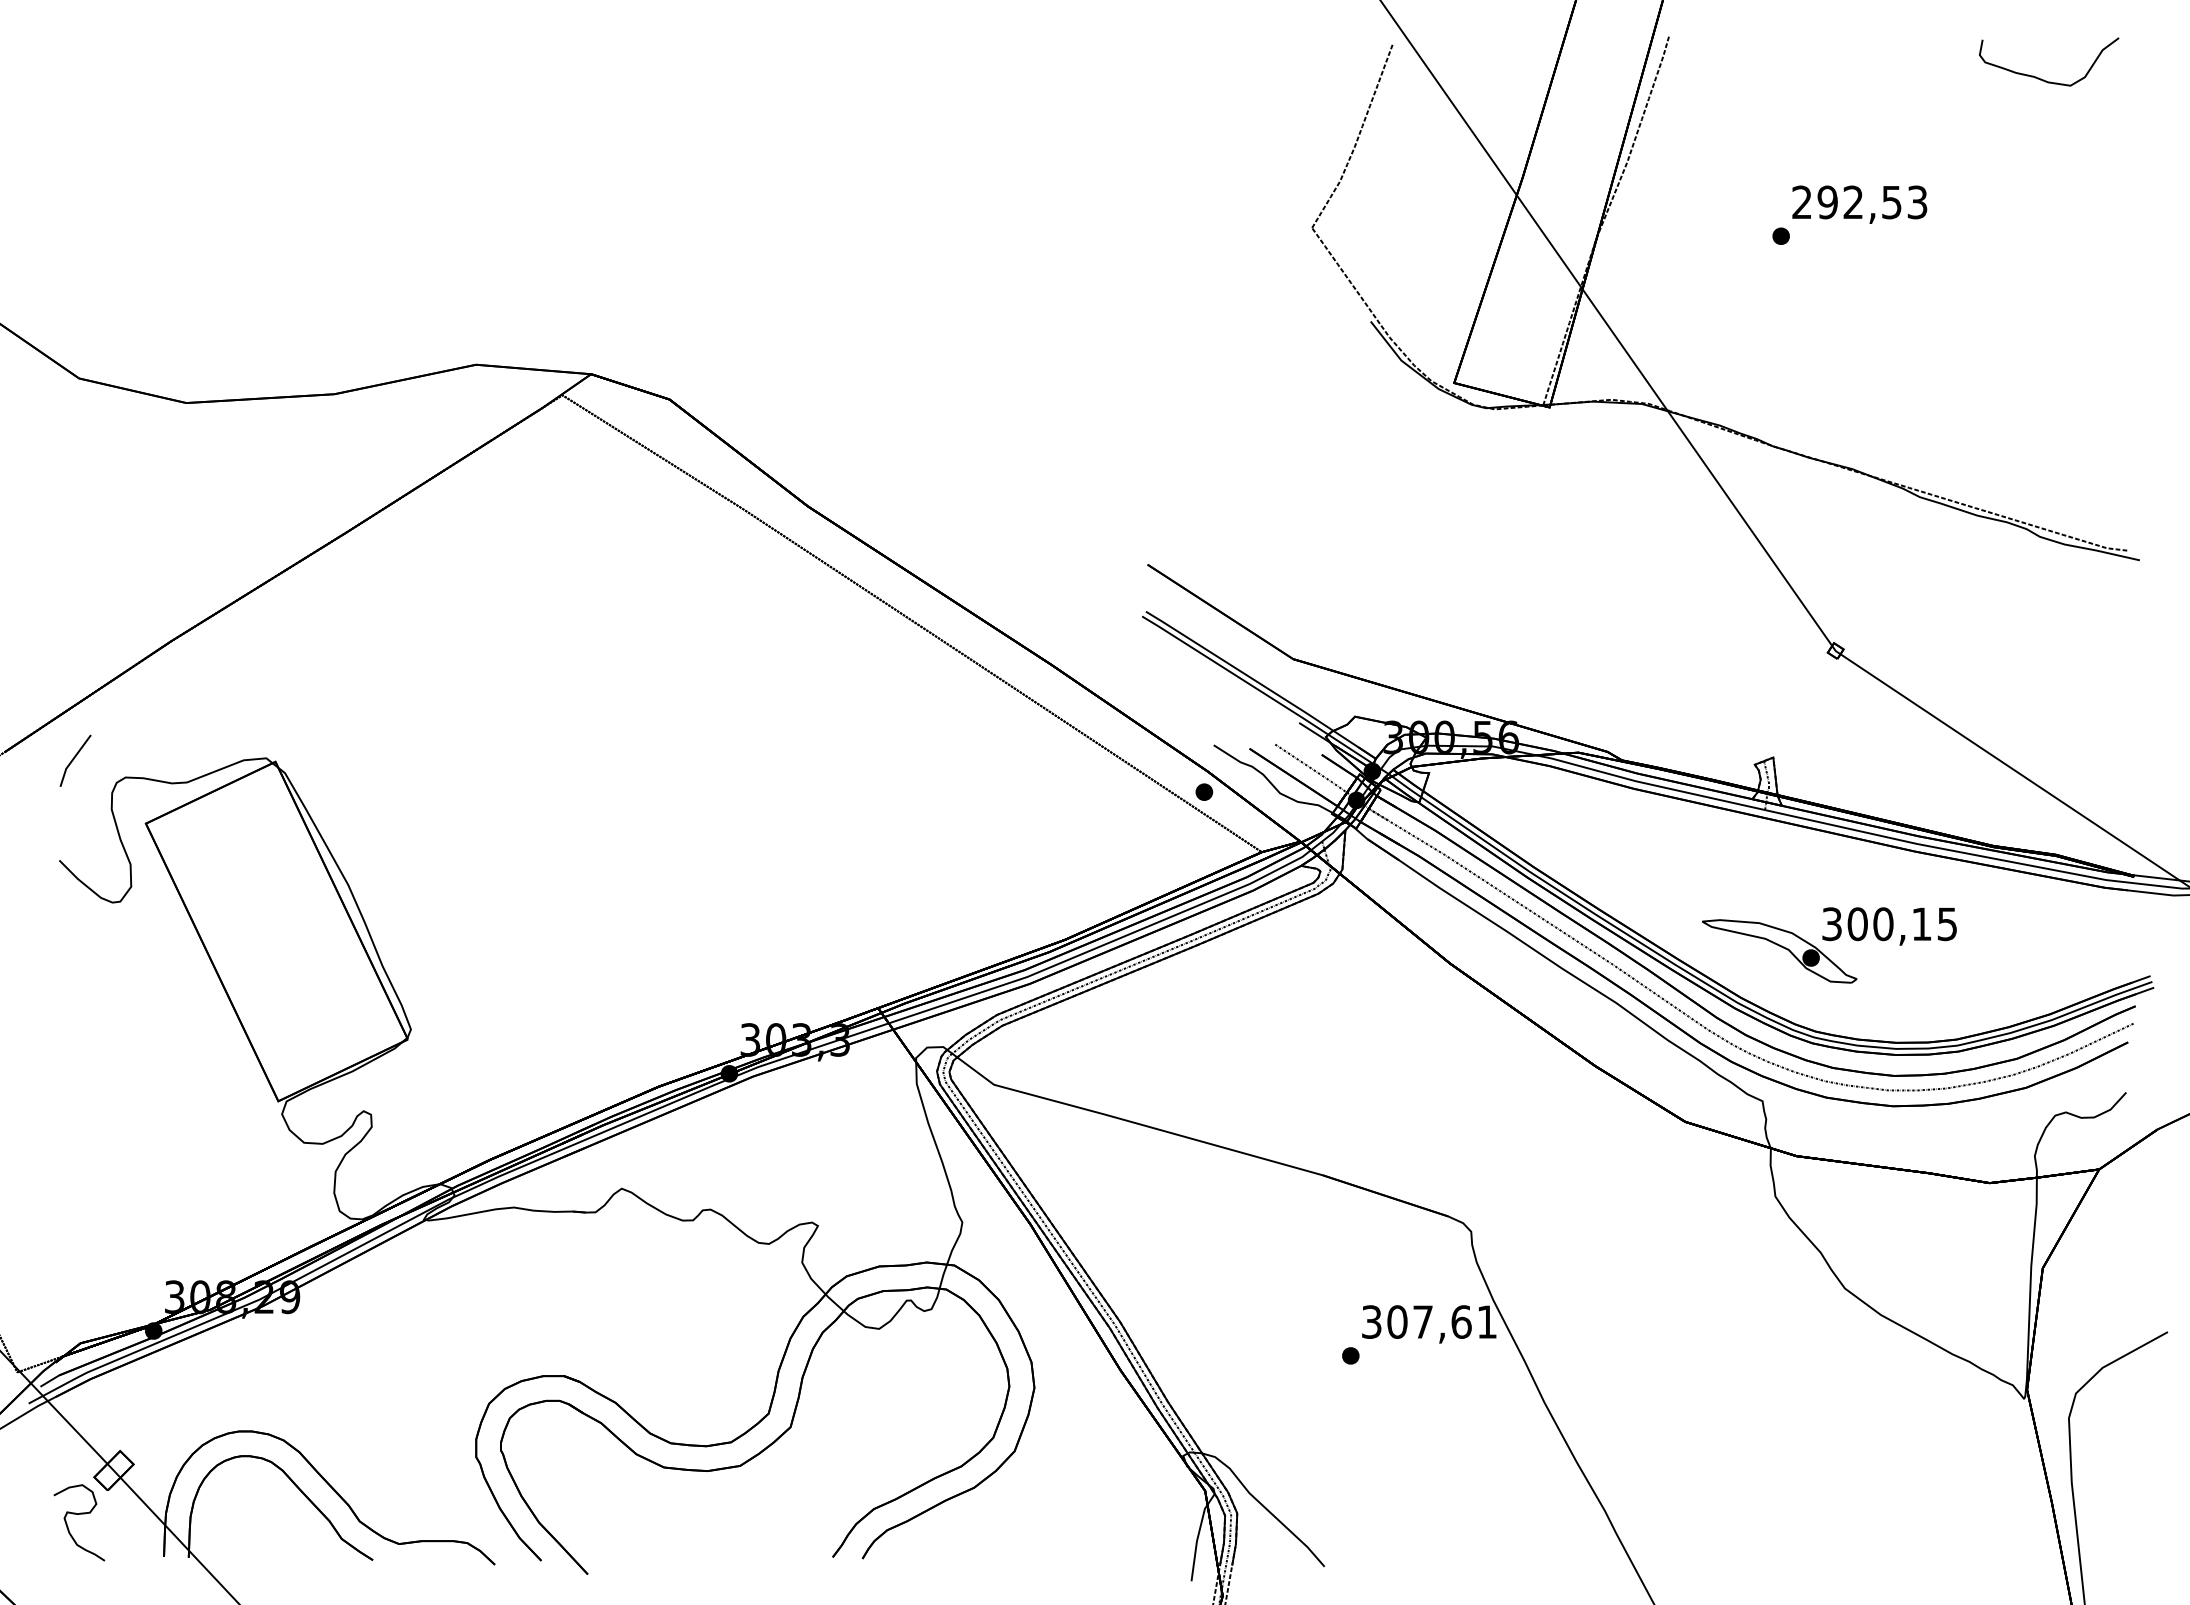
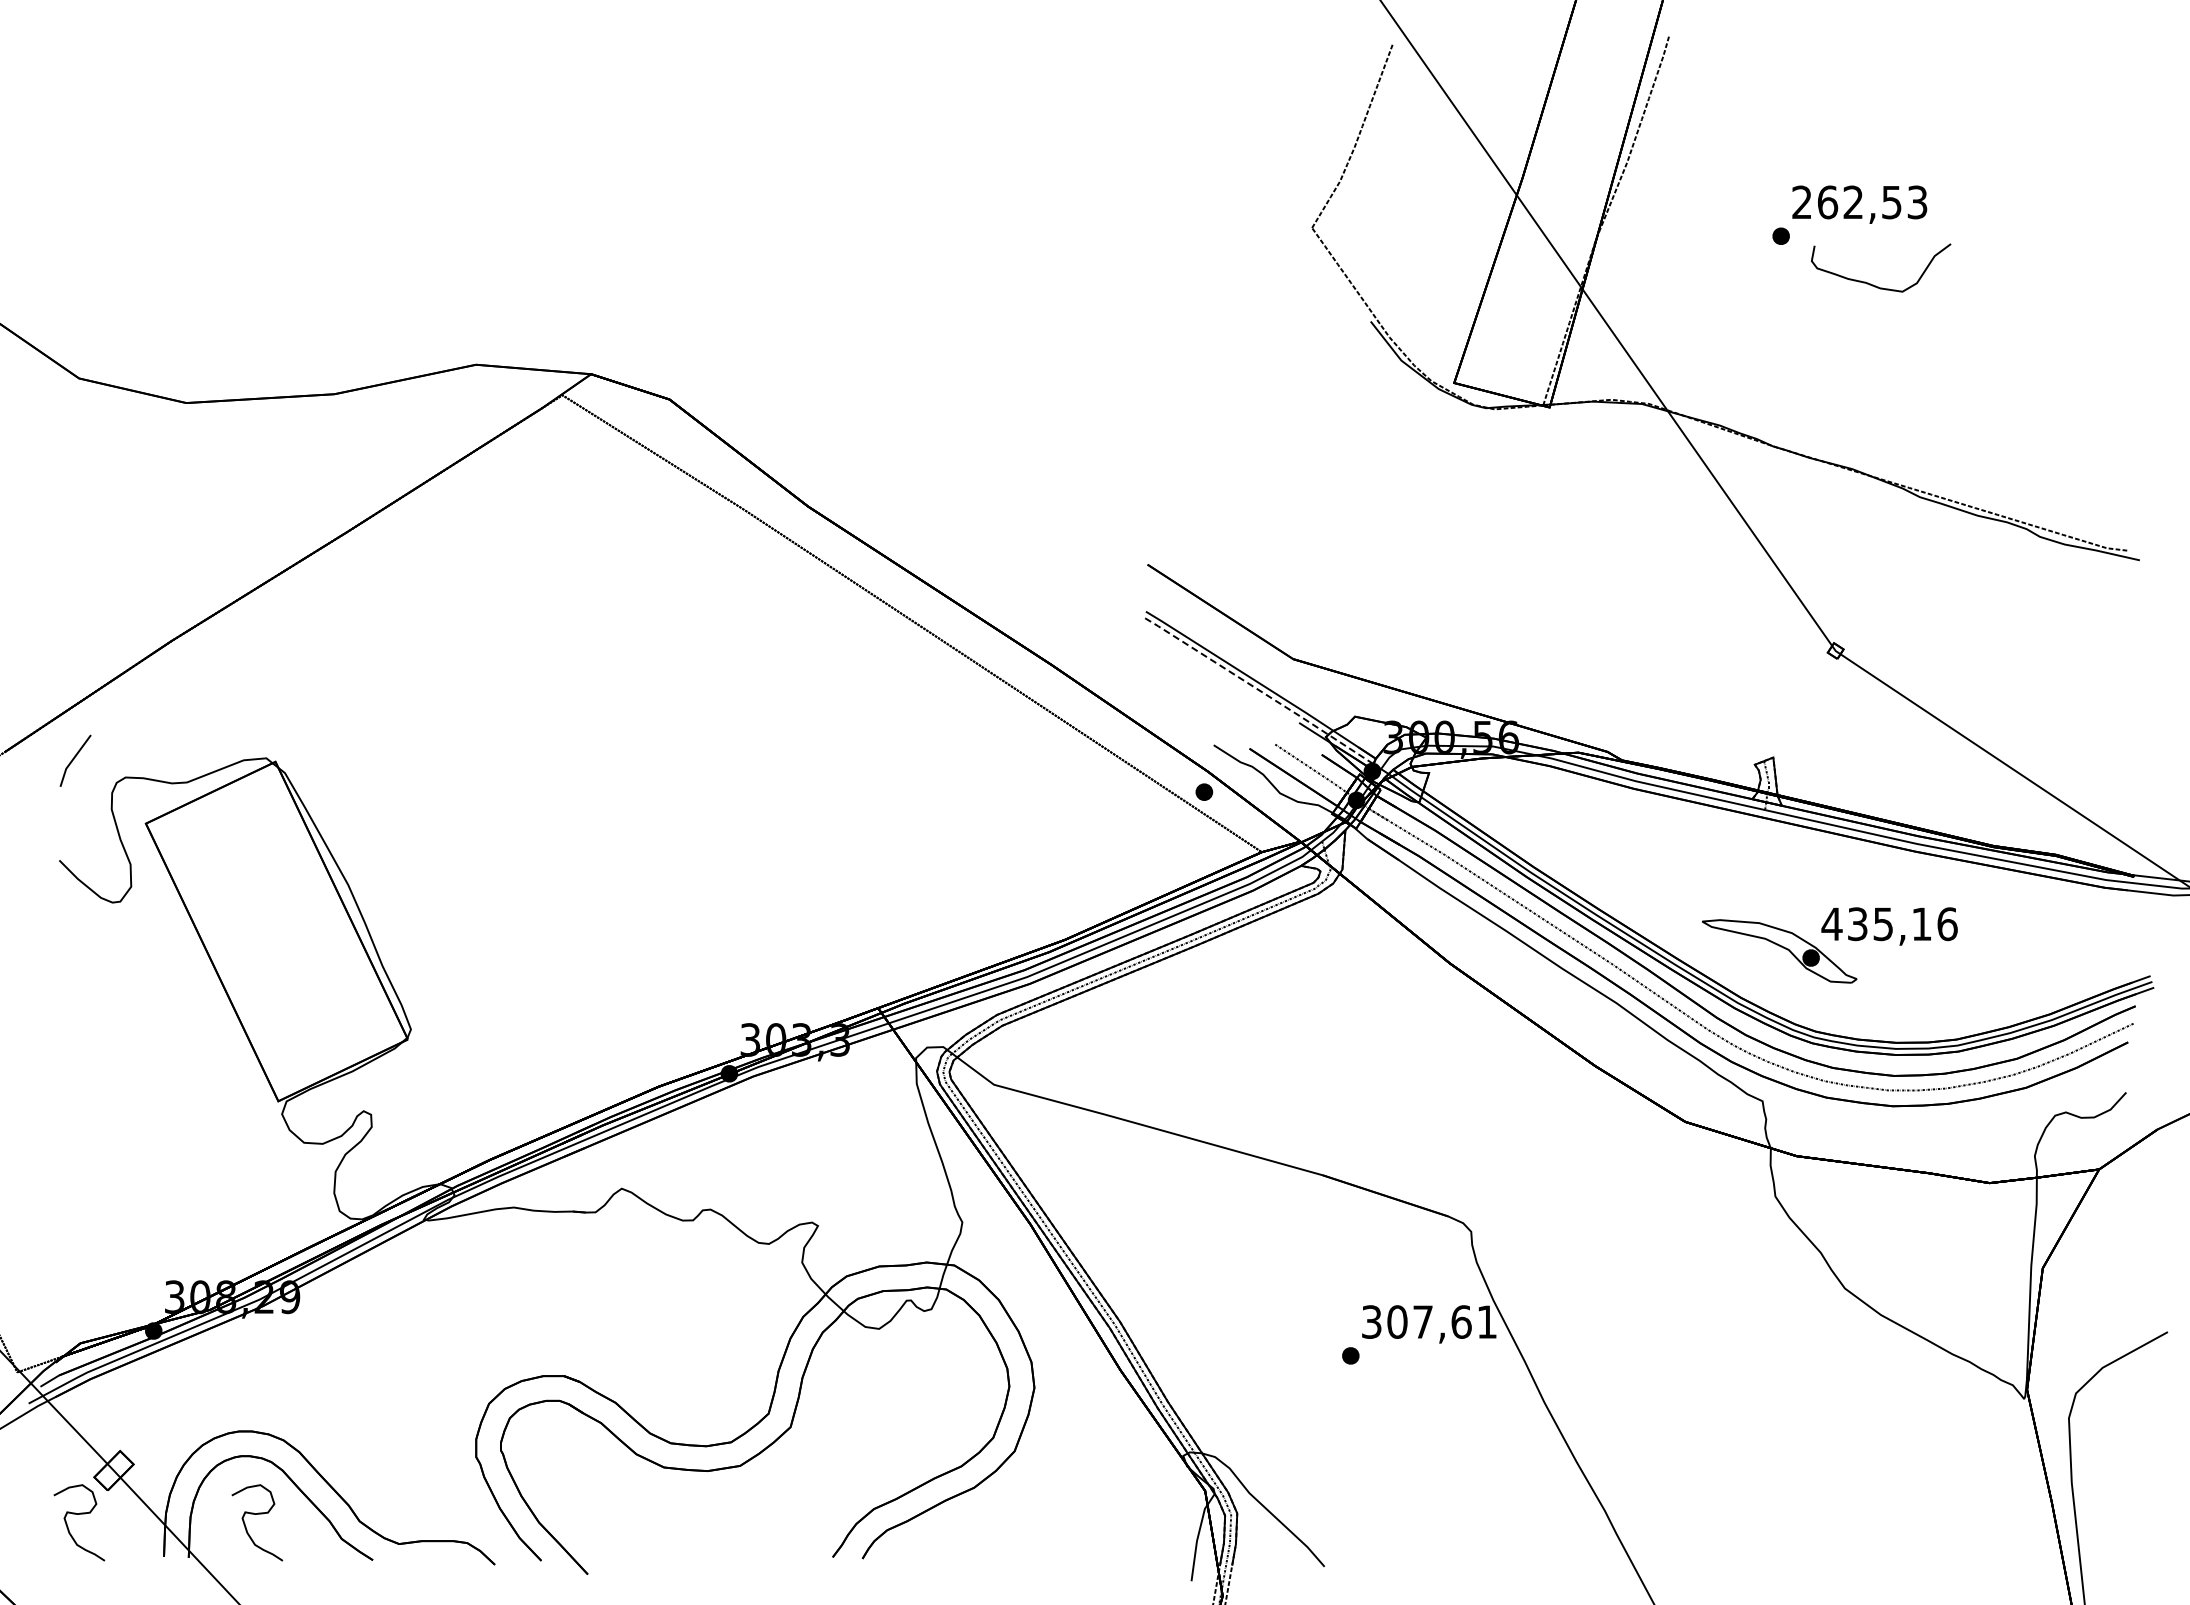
curve at (2041, 78) position: (2041, 78) -> (1873, 284)
text at (1827, 202): 292,53 -> 262,53
line at (1257, 689): solid -> dashed
text at (1889, 924): 300,15 -> 435,16
curve at (257, 1514): none -> present
